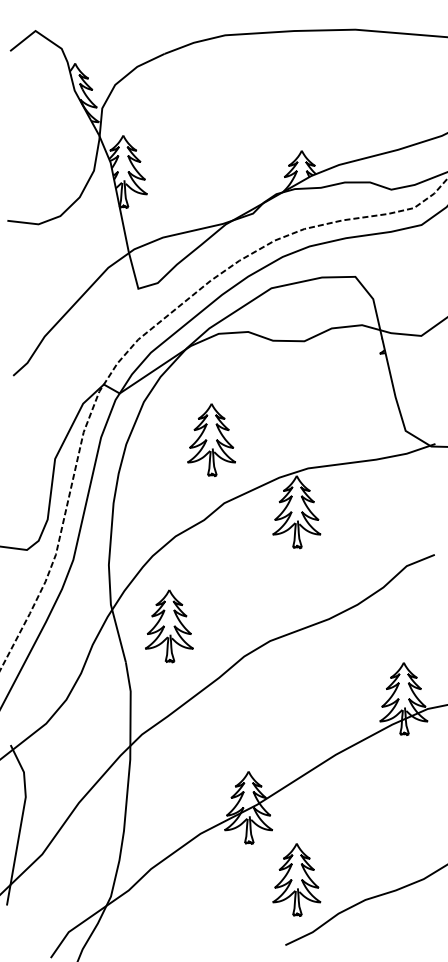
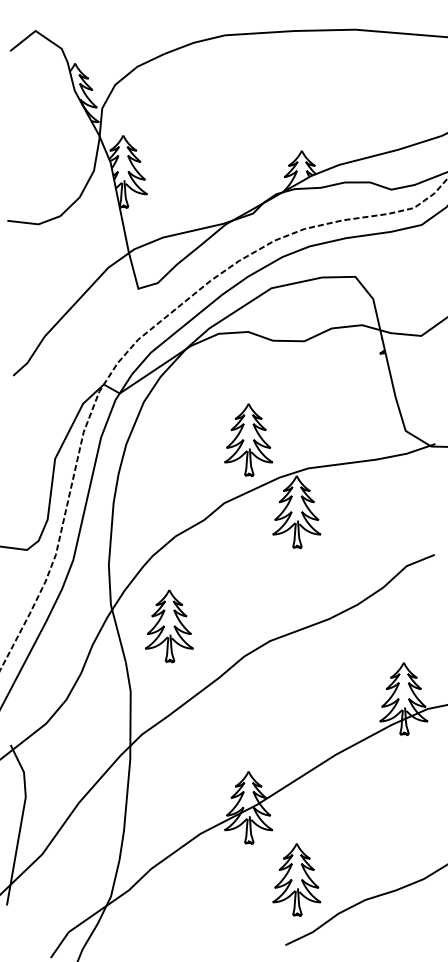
part at (211, 439) position: (211, 439) -> (248, 439)
